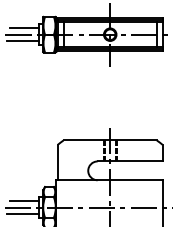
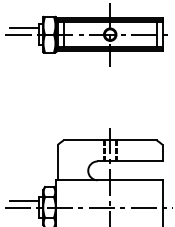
line at (23, 41): present -> none
line at (23, 213): present -> none
